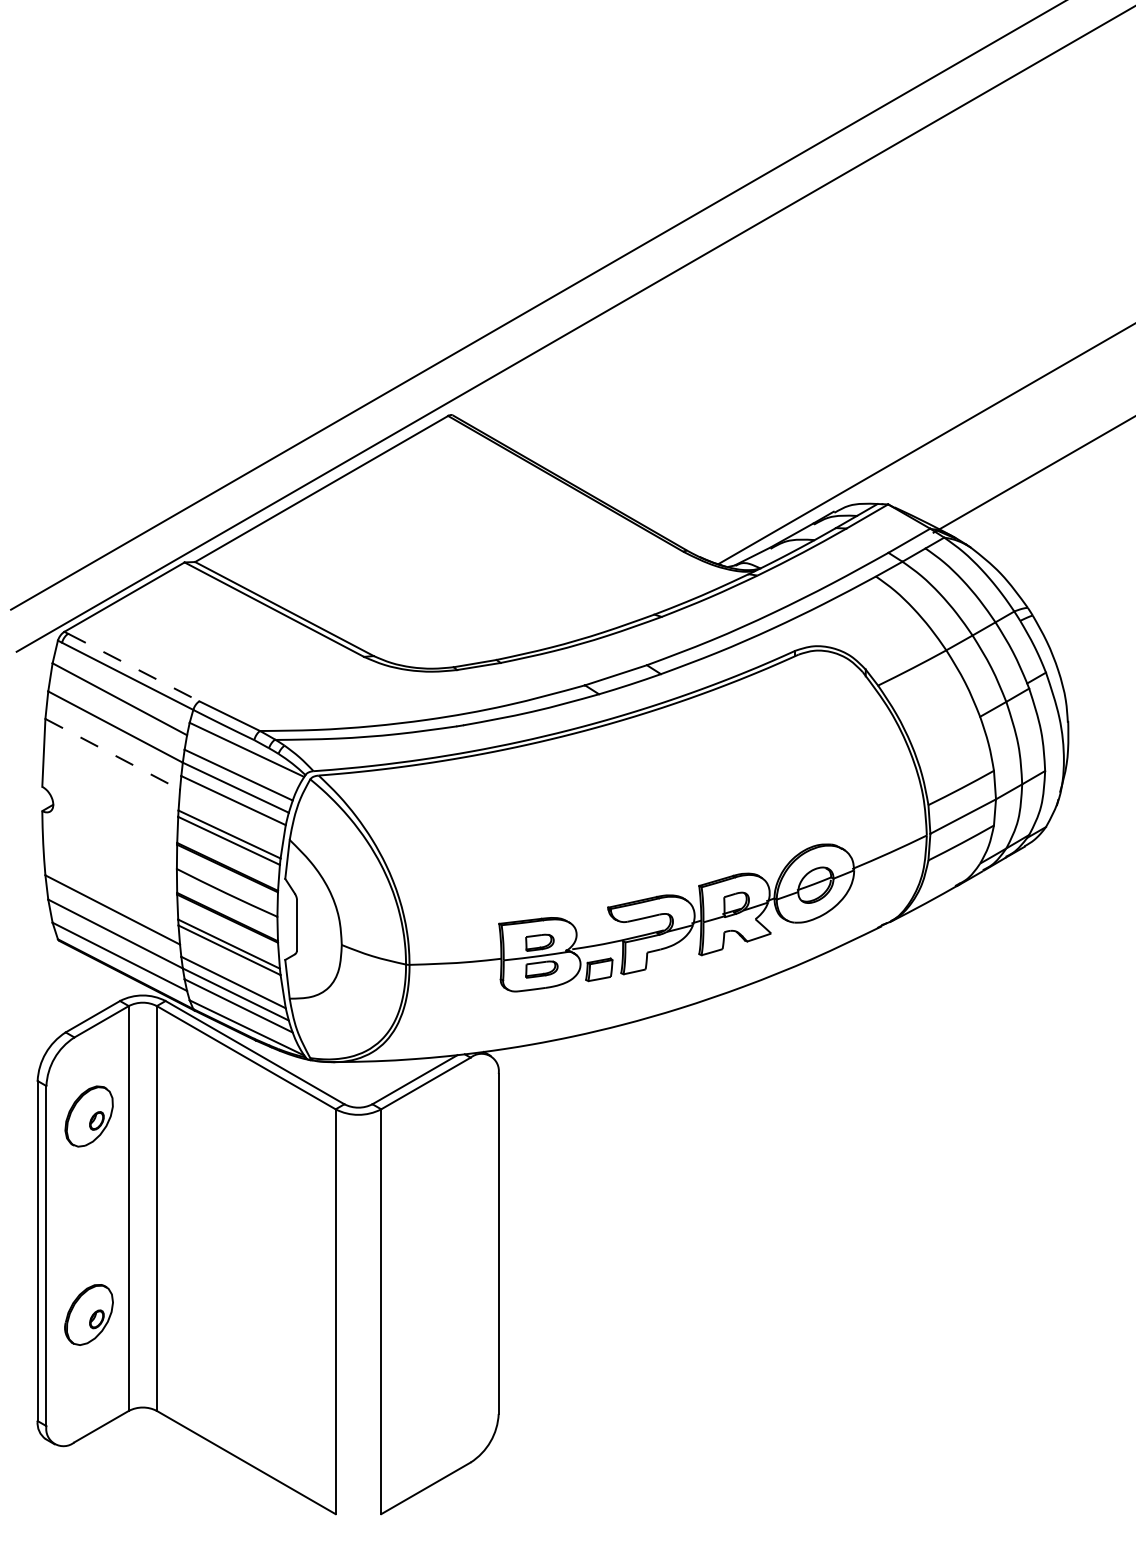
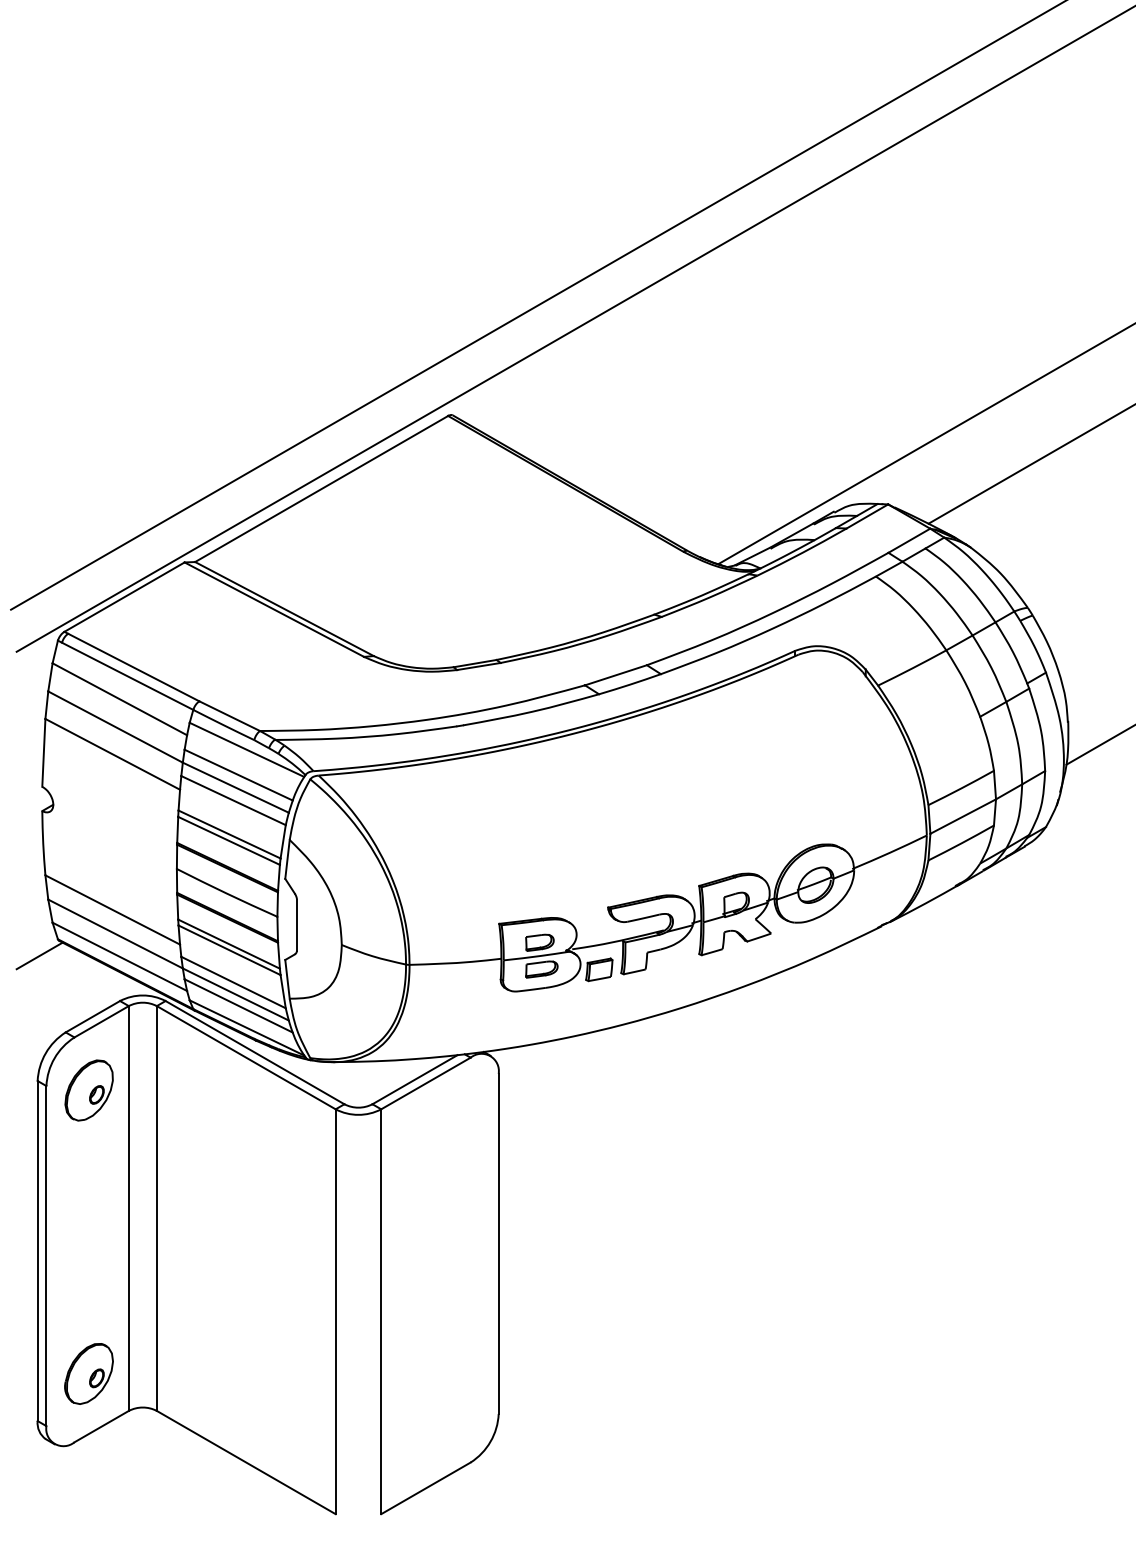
line at (1032, 474) position: (1032, 474) -> (1030, 464)
line at (133, 667): dashed -> solid
line at (1099, 745): none -> present
line at (113, 754): dashed -> solid
line at (39, 955): none -> present
part at (88, 1116) position: (88, 1116) -> (88, 1090)
part at (88, 1314) position: (88, 1314) -> (88, 1373)
